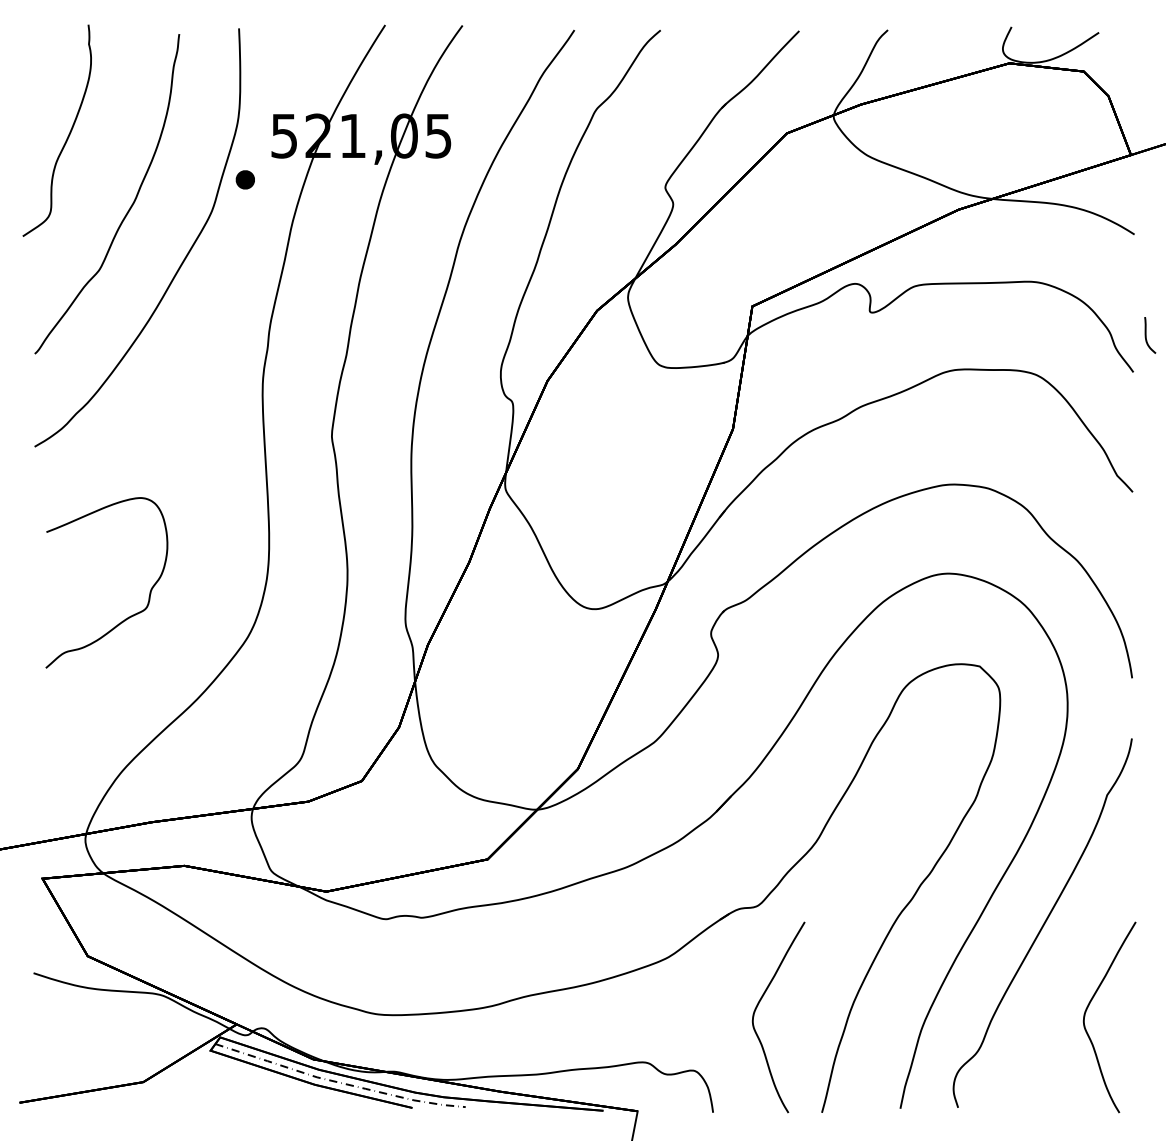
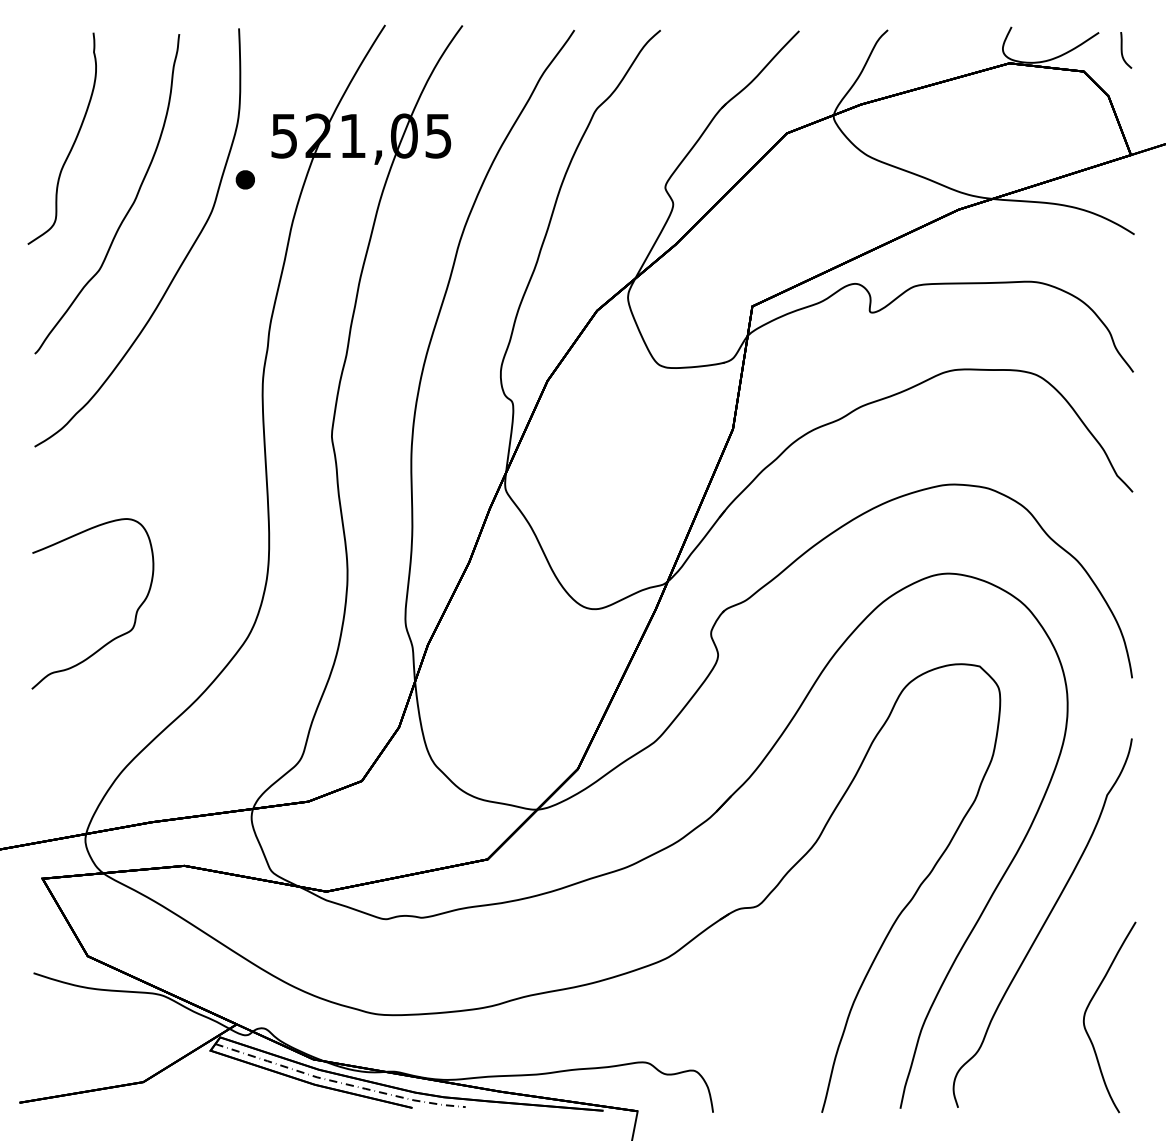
curve at (67, 136) position: (67, 136) -> (72, 144)
curve at (1146, 335) position: (1146, 335) -> (1122, 50)
curve at (125, 618) position: (125, 618) -> (111, 639)
curve at (757, 1007): present -> none
